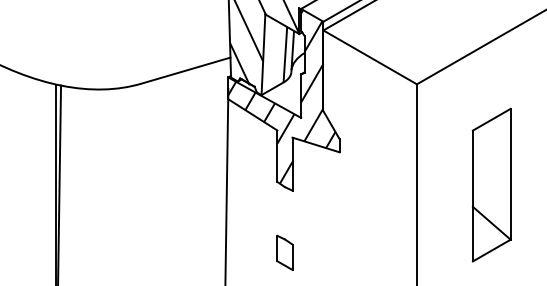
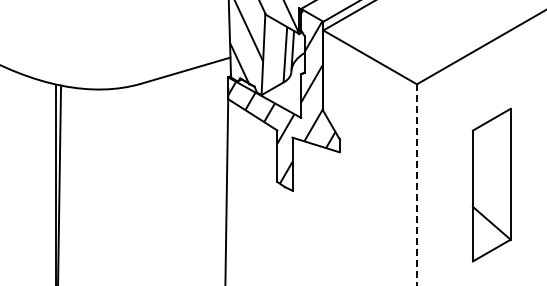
line at (416, 184): solid -> dashed
part at (284, 252): present -> none
